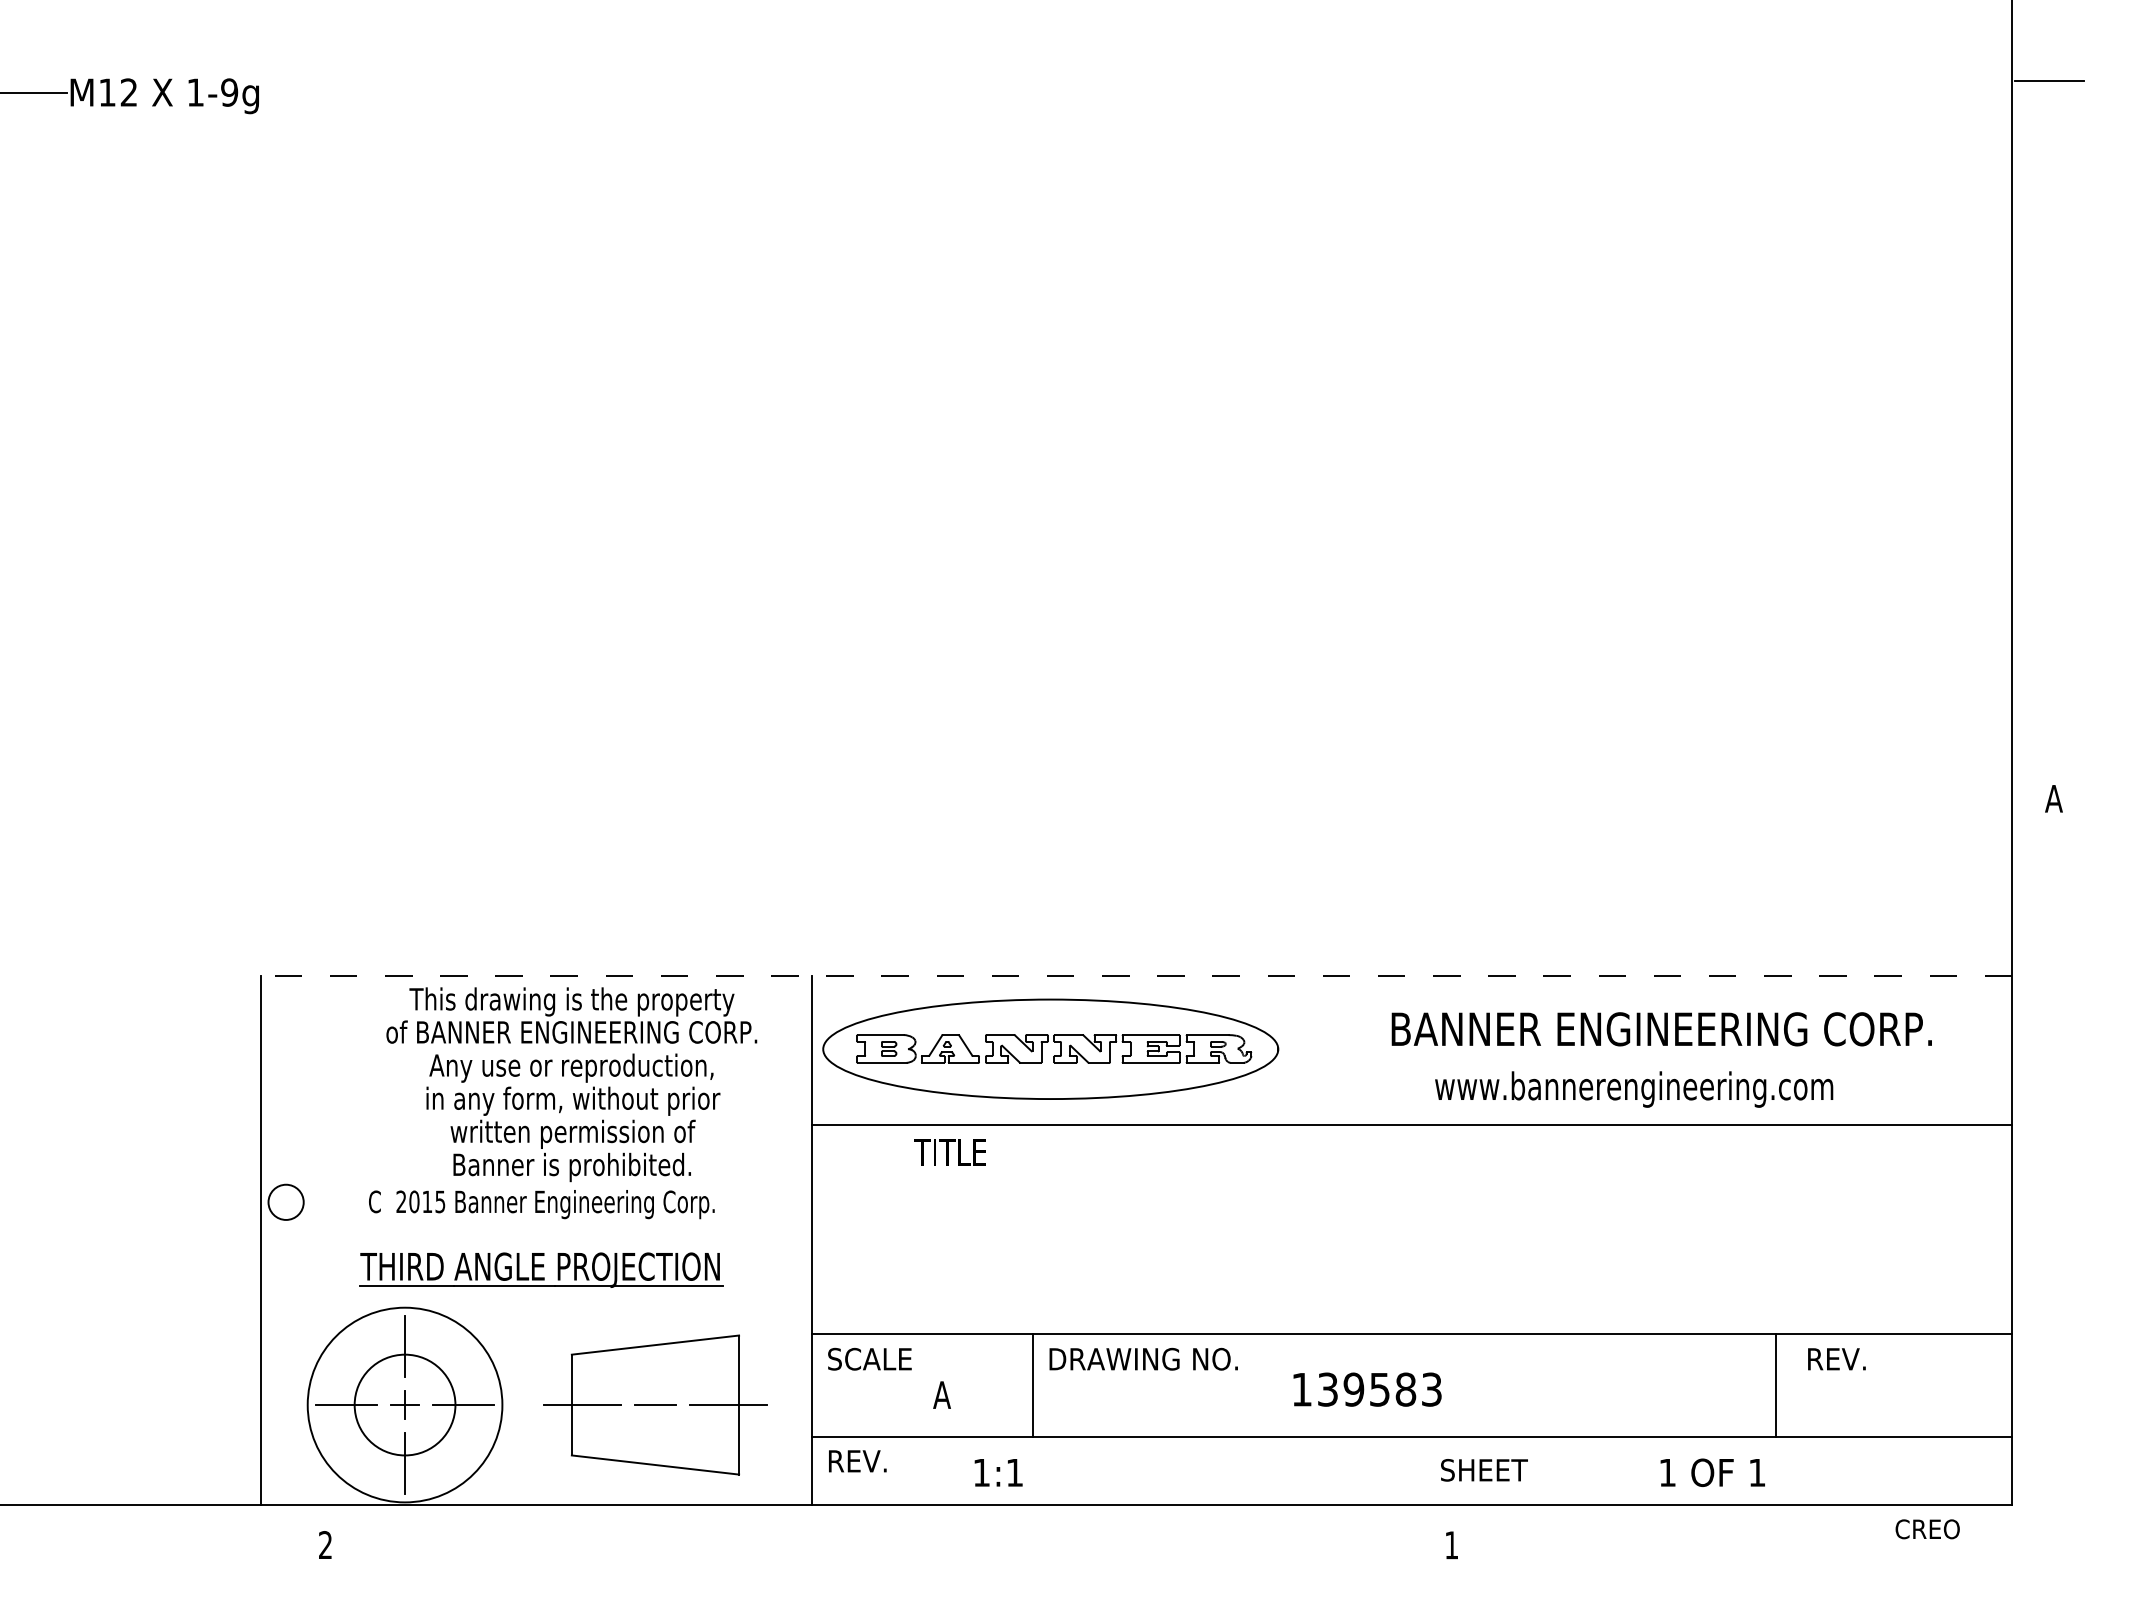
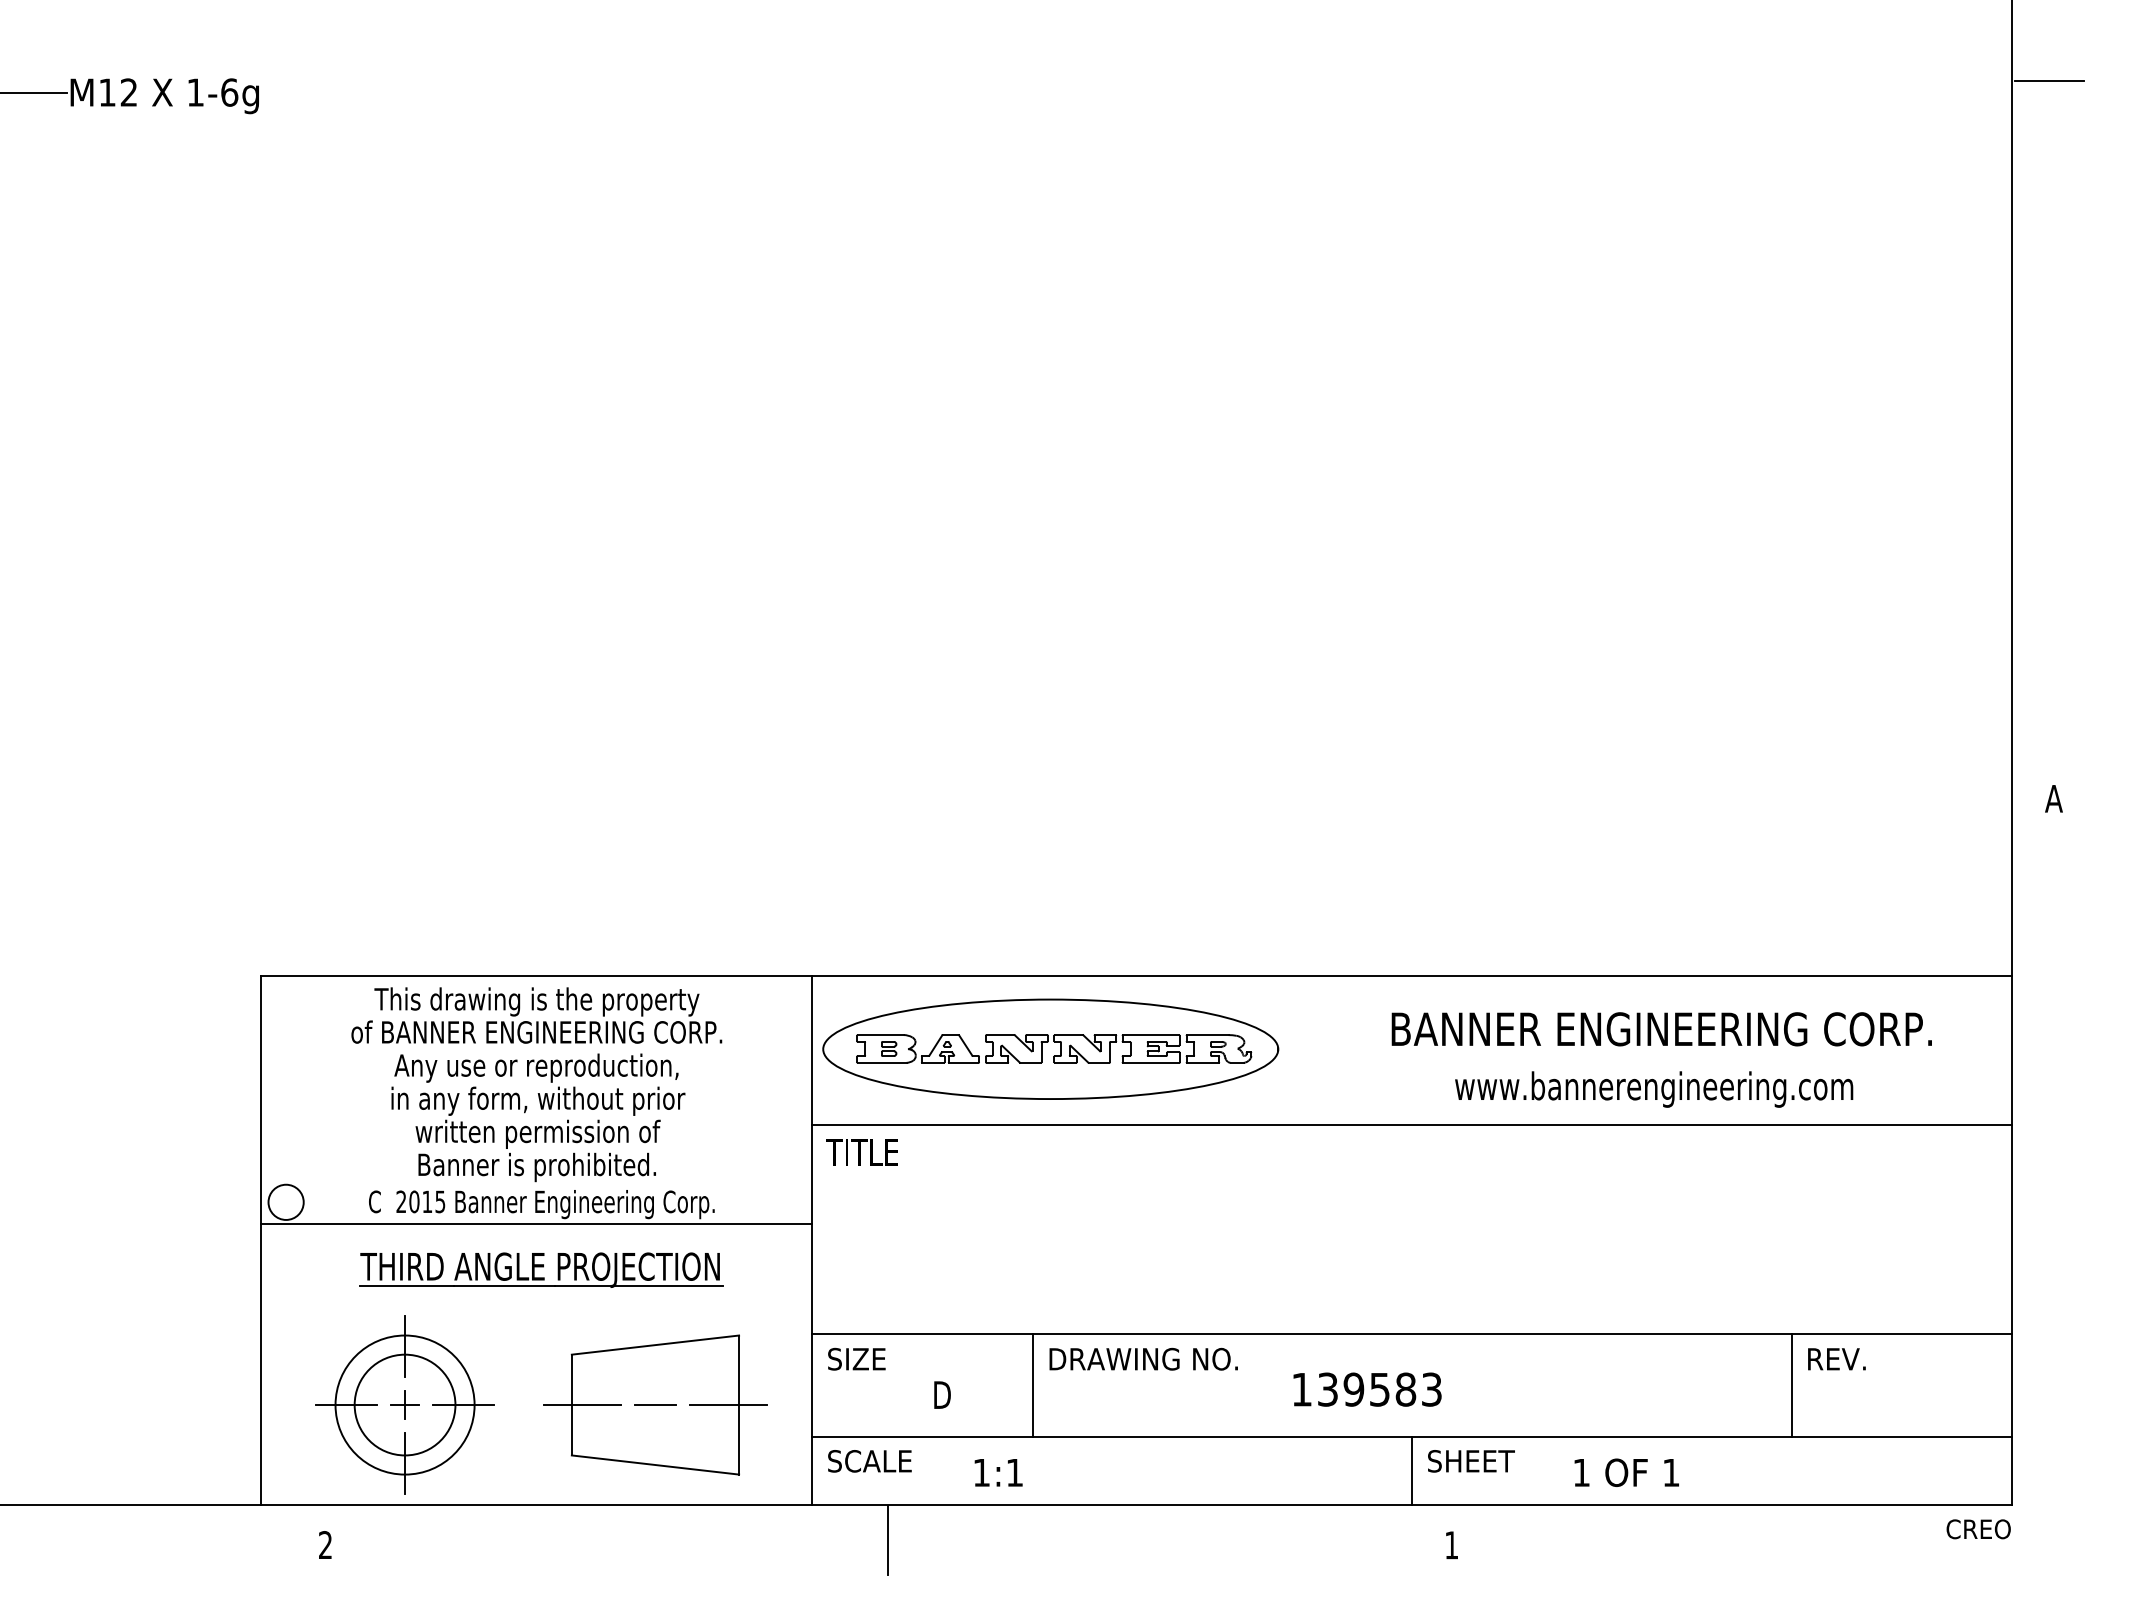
text at (229, 92): 1-9g -> 1-6g
line at (1136, 975): dashed -> solid
text at (571, 1084) position: (571, 1084) -> (536, 1084)
text at (1634, 1089) position: (1634, 1089) -> (1654, 1089)
text at (949, 1152) position: (949, 1152) -> (861, 1152)
line at (536, 1224): none -> present
text at (878, 1358): SCALE -> SIZE
line at (1775, 1385) position: (1775, 1385) -> (1791, 1385)
text at (941, 1394): A -> D
circle at (404, 1404) diameter: 195 px -> 139 px
text at (869, 1461): REV. -> SCALE
line at (1412, 1470): none -> present
text at (1484, 1470) position: (1484, 1470) -> (1471, 1461)
text at (1712, 1472) position: (1712, 1472) -> (1626, 1472)
text at (1927, 1529) position: (1927, 1529) -> (1978, 1529)
line at (887, 1539): none -> present
